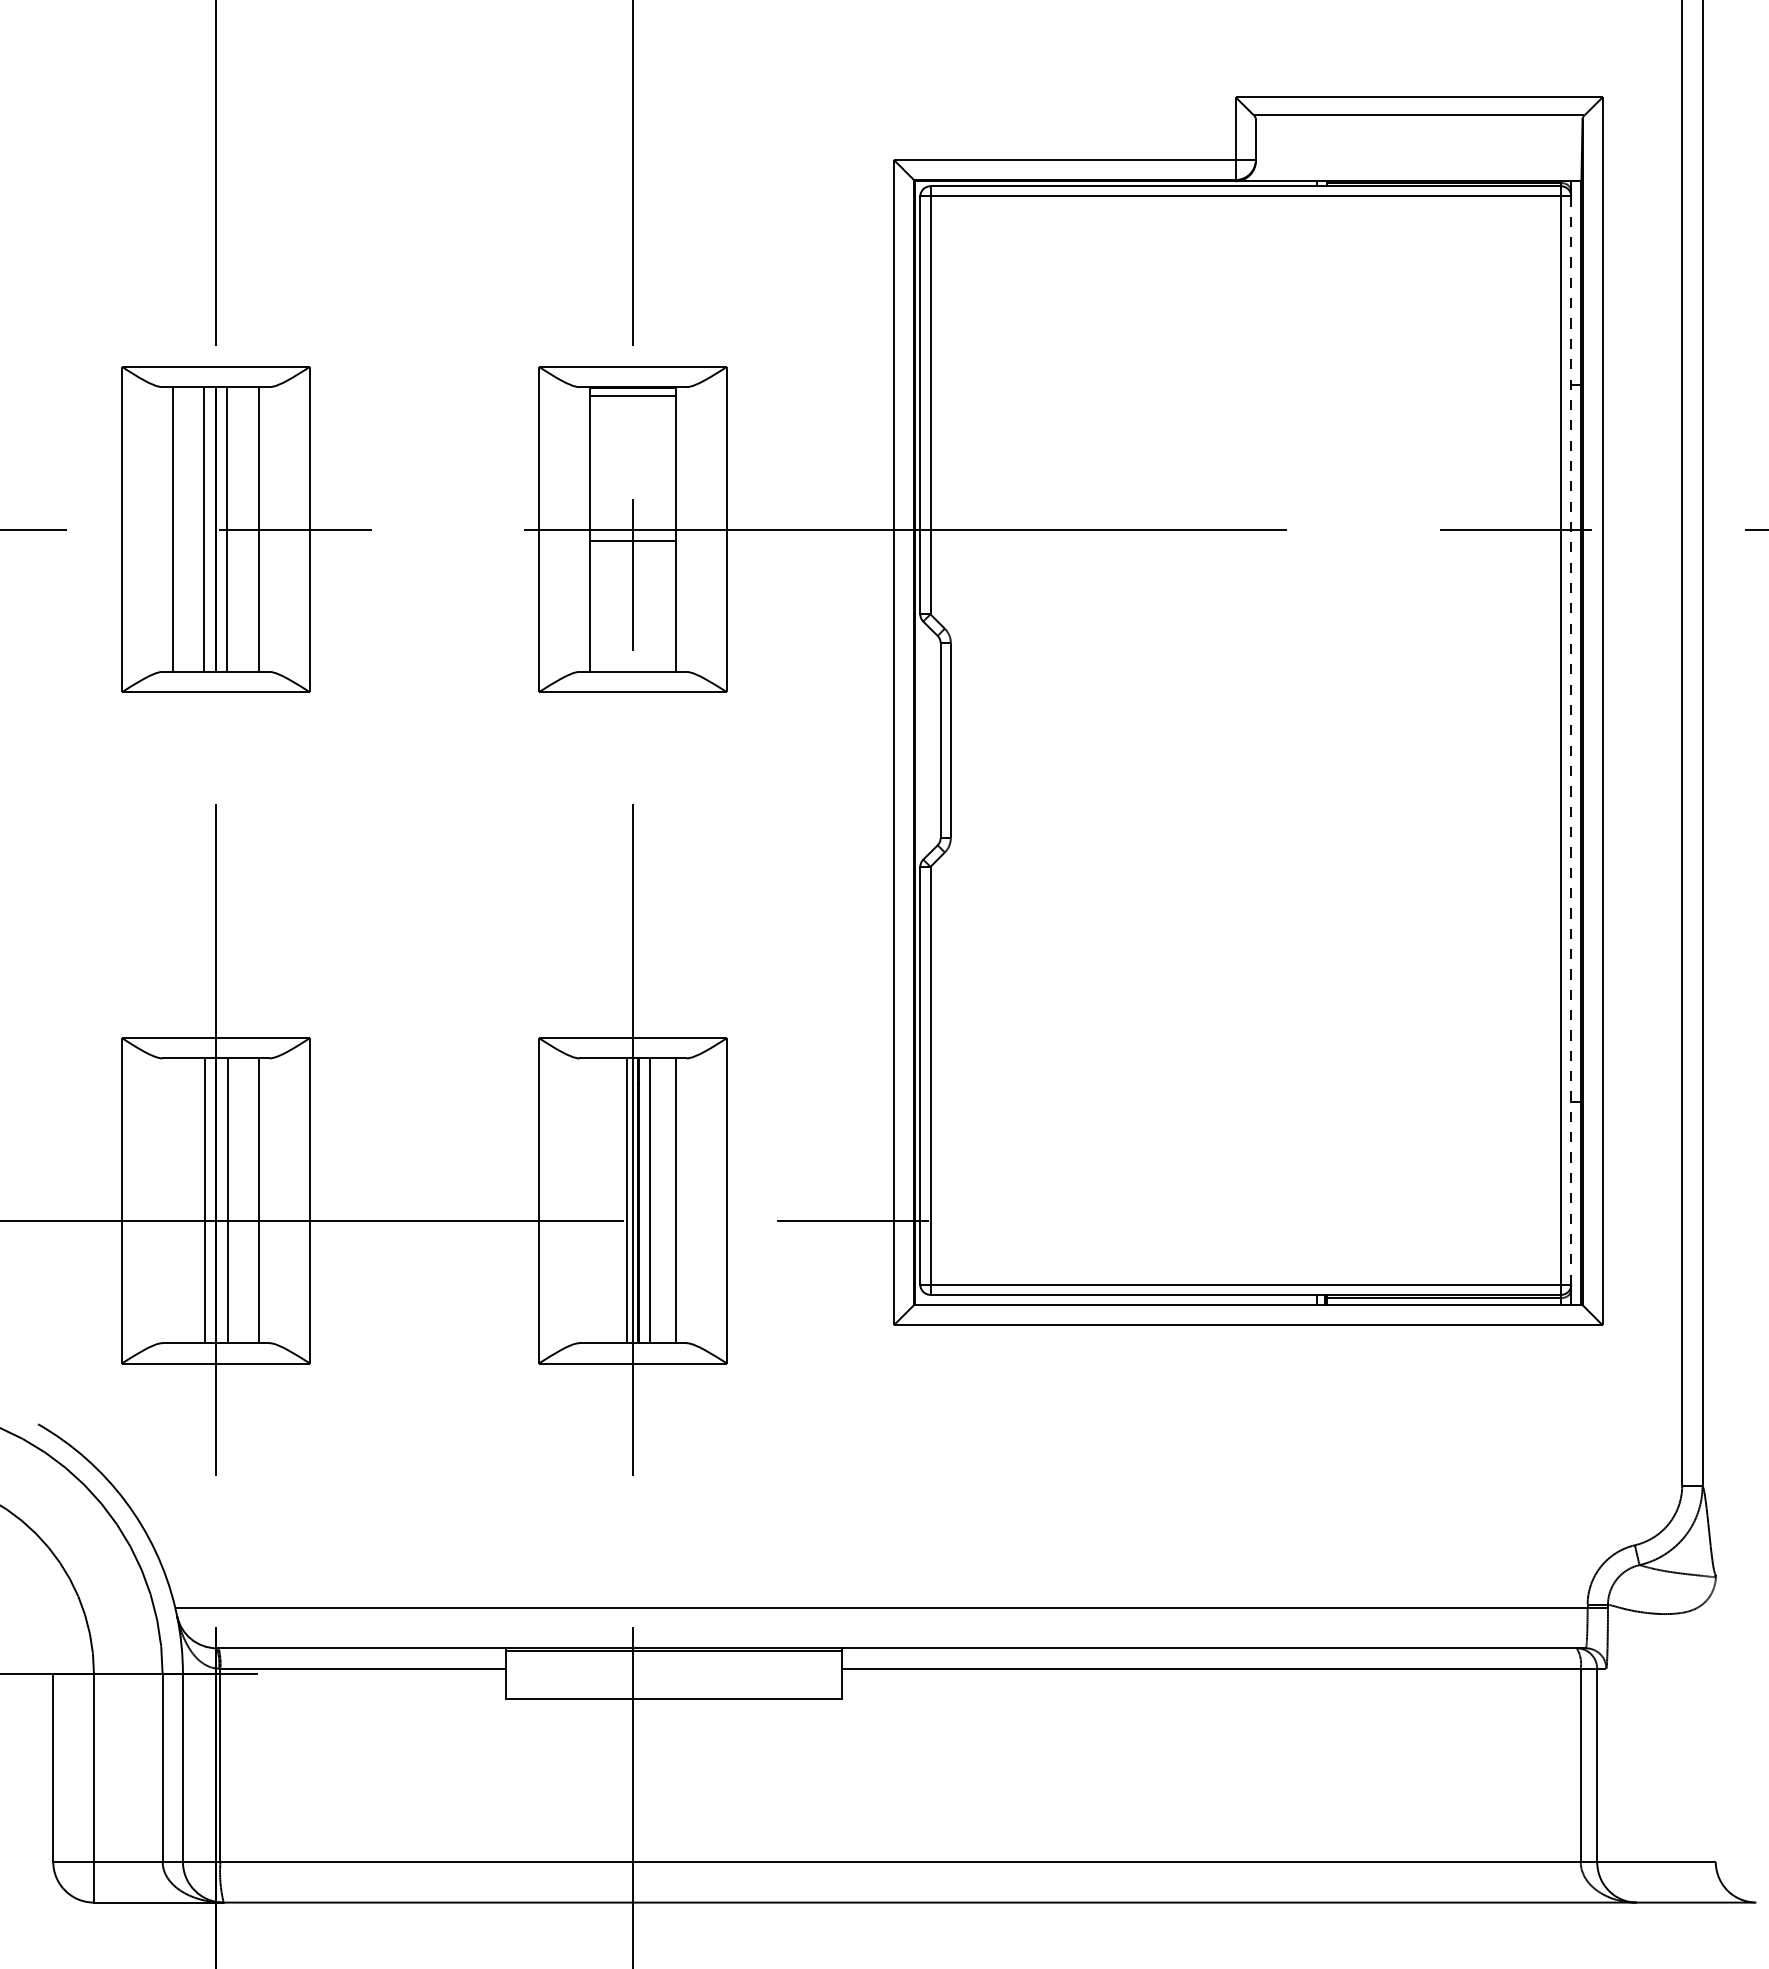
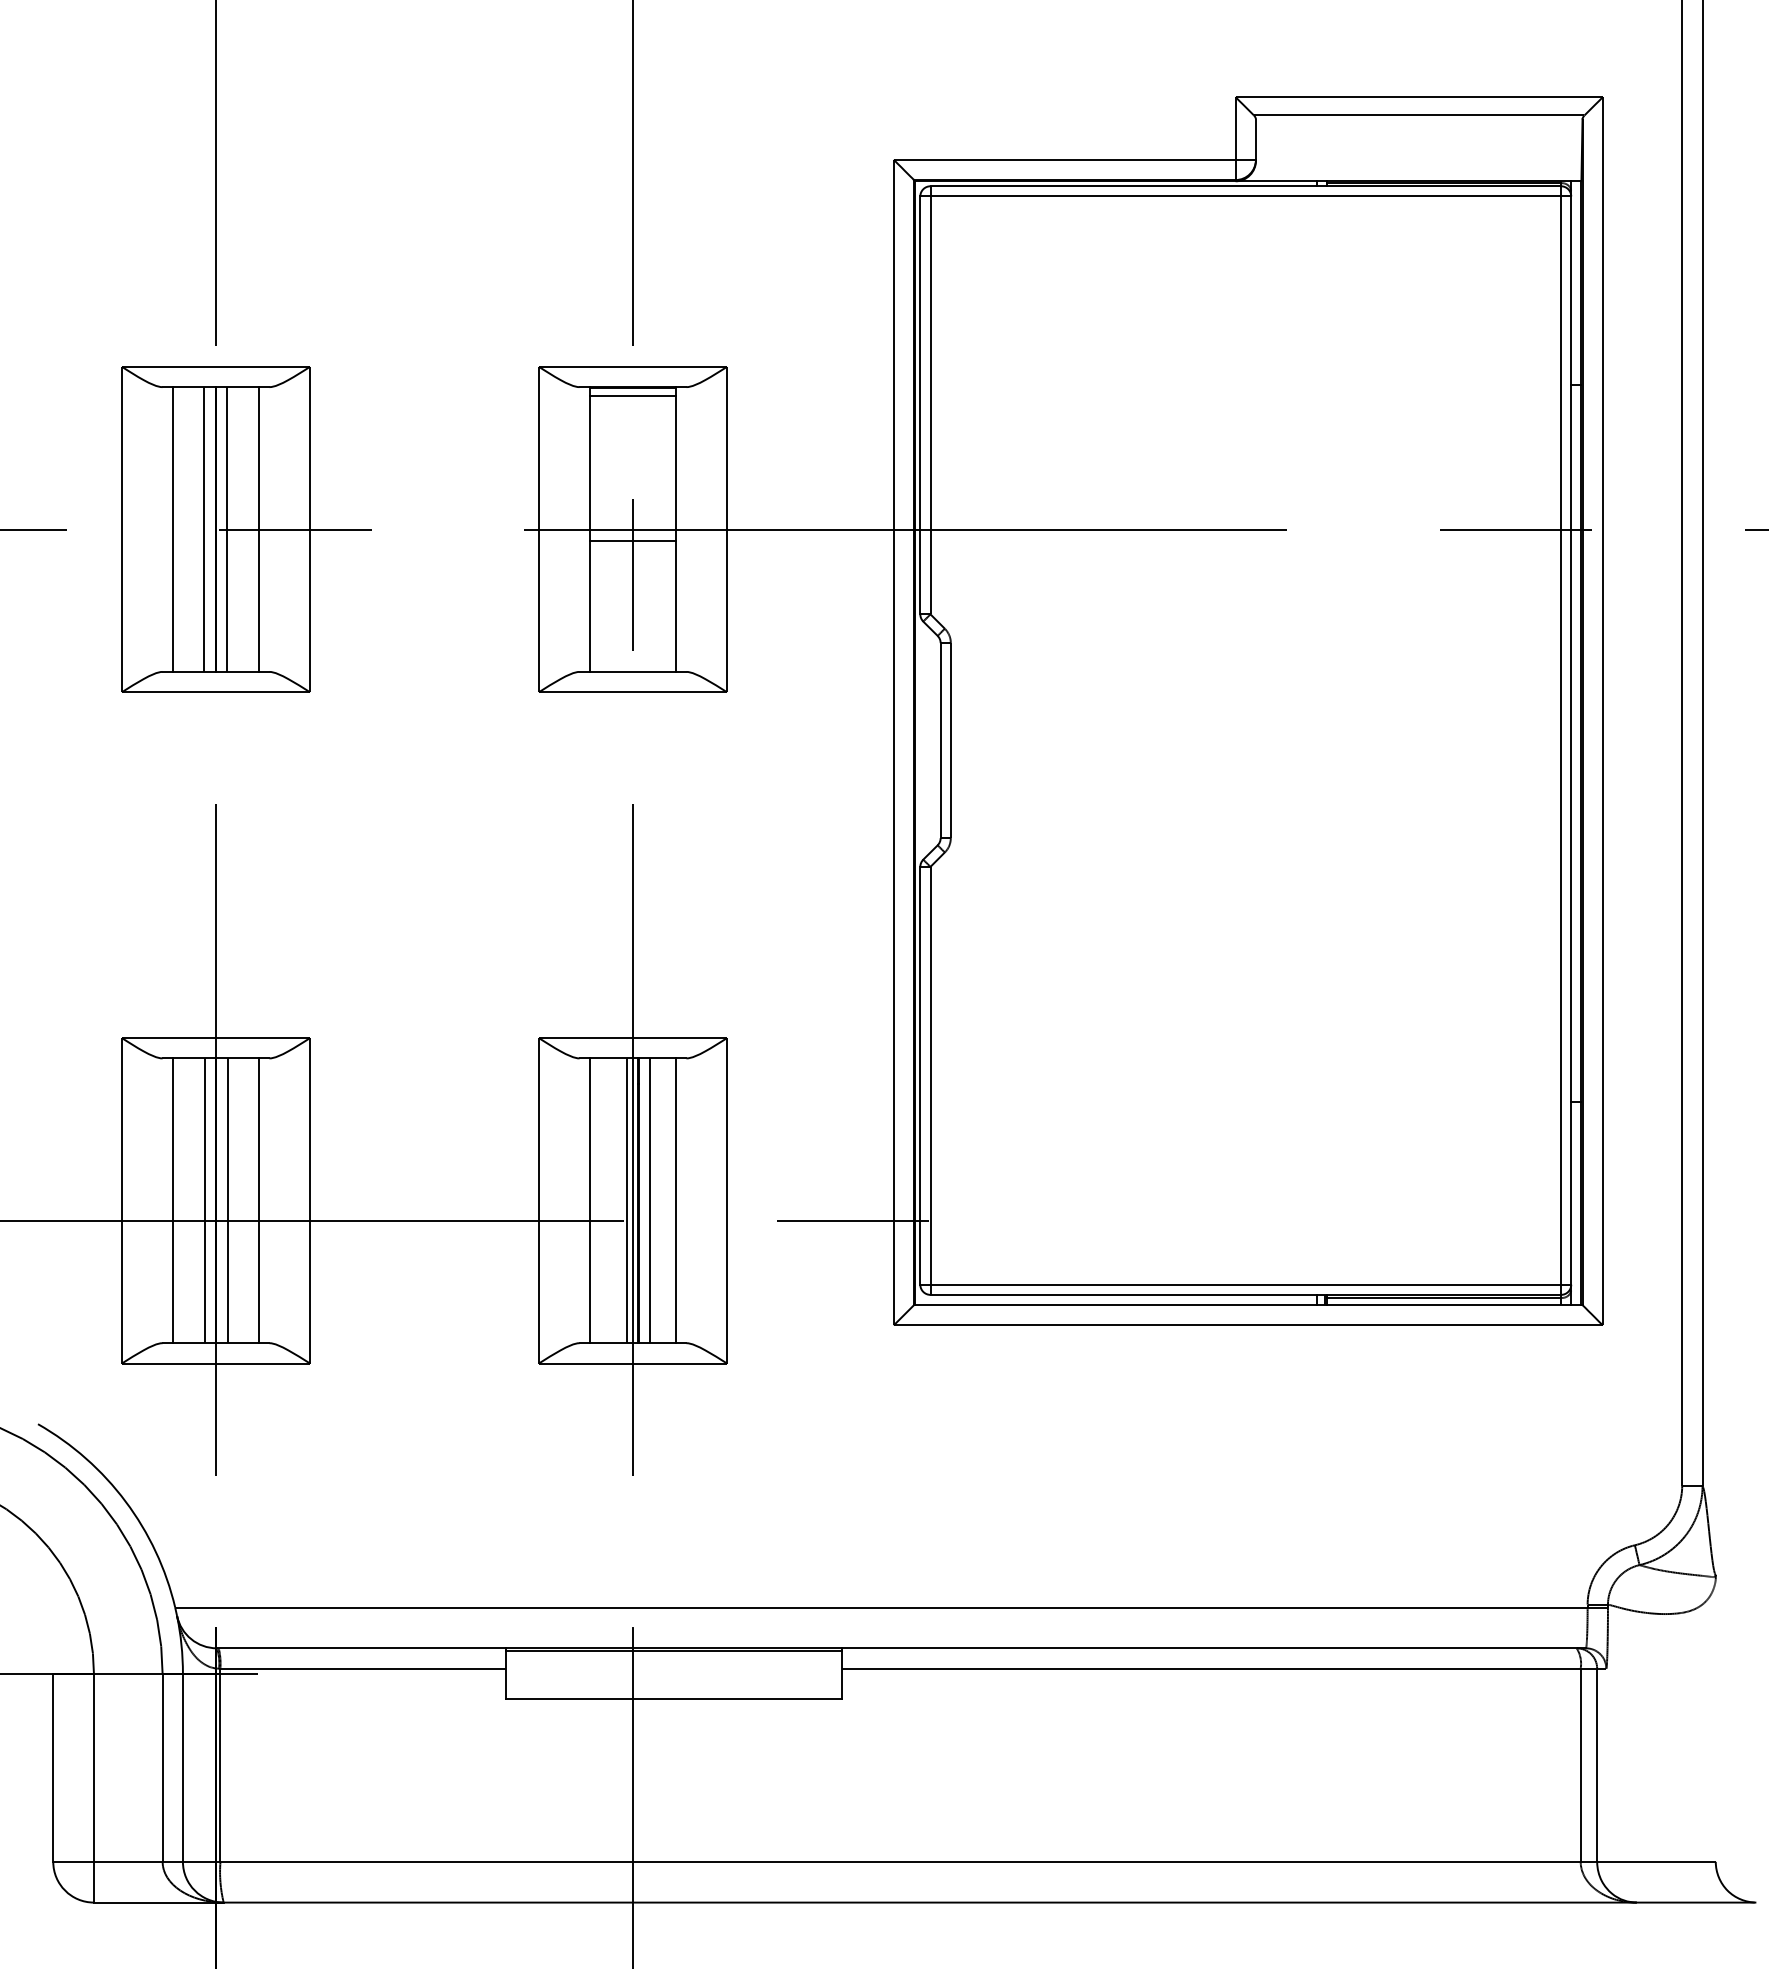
line at (1571, 741): dashed -> solid
line at (172, 1200): none -> present
line at (589, 1200): none -> present
